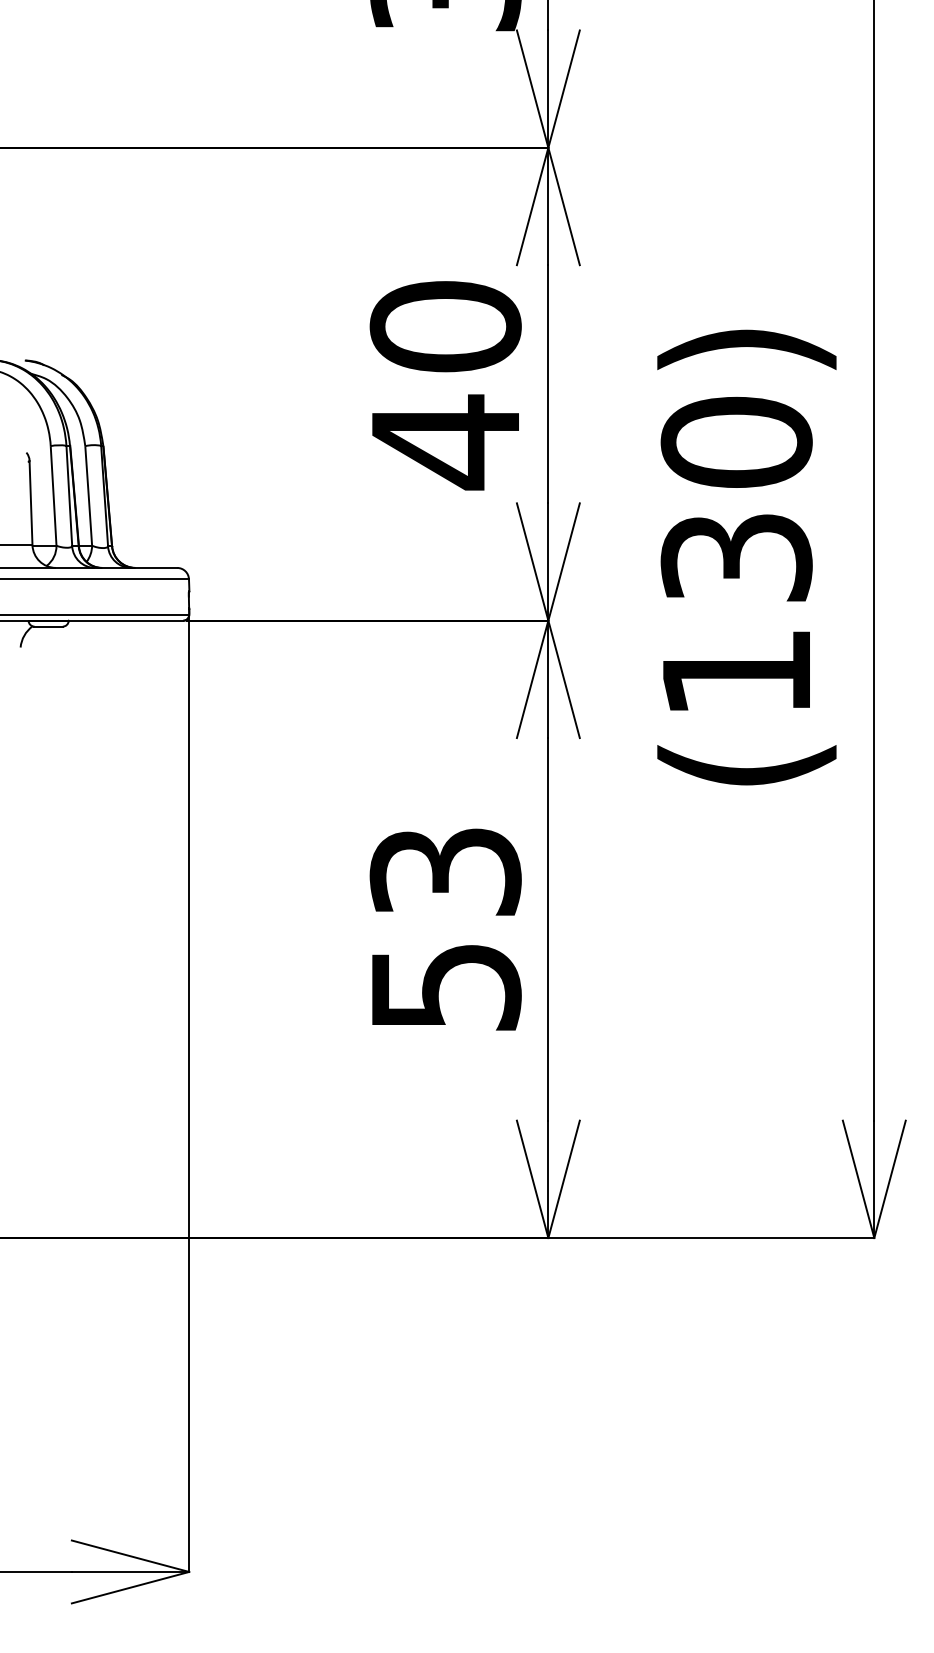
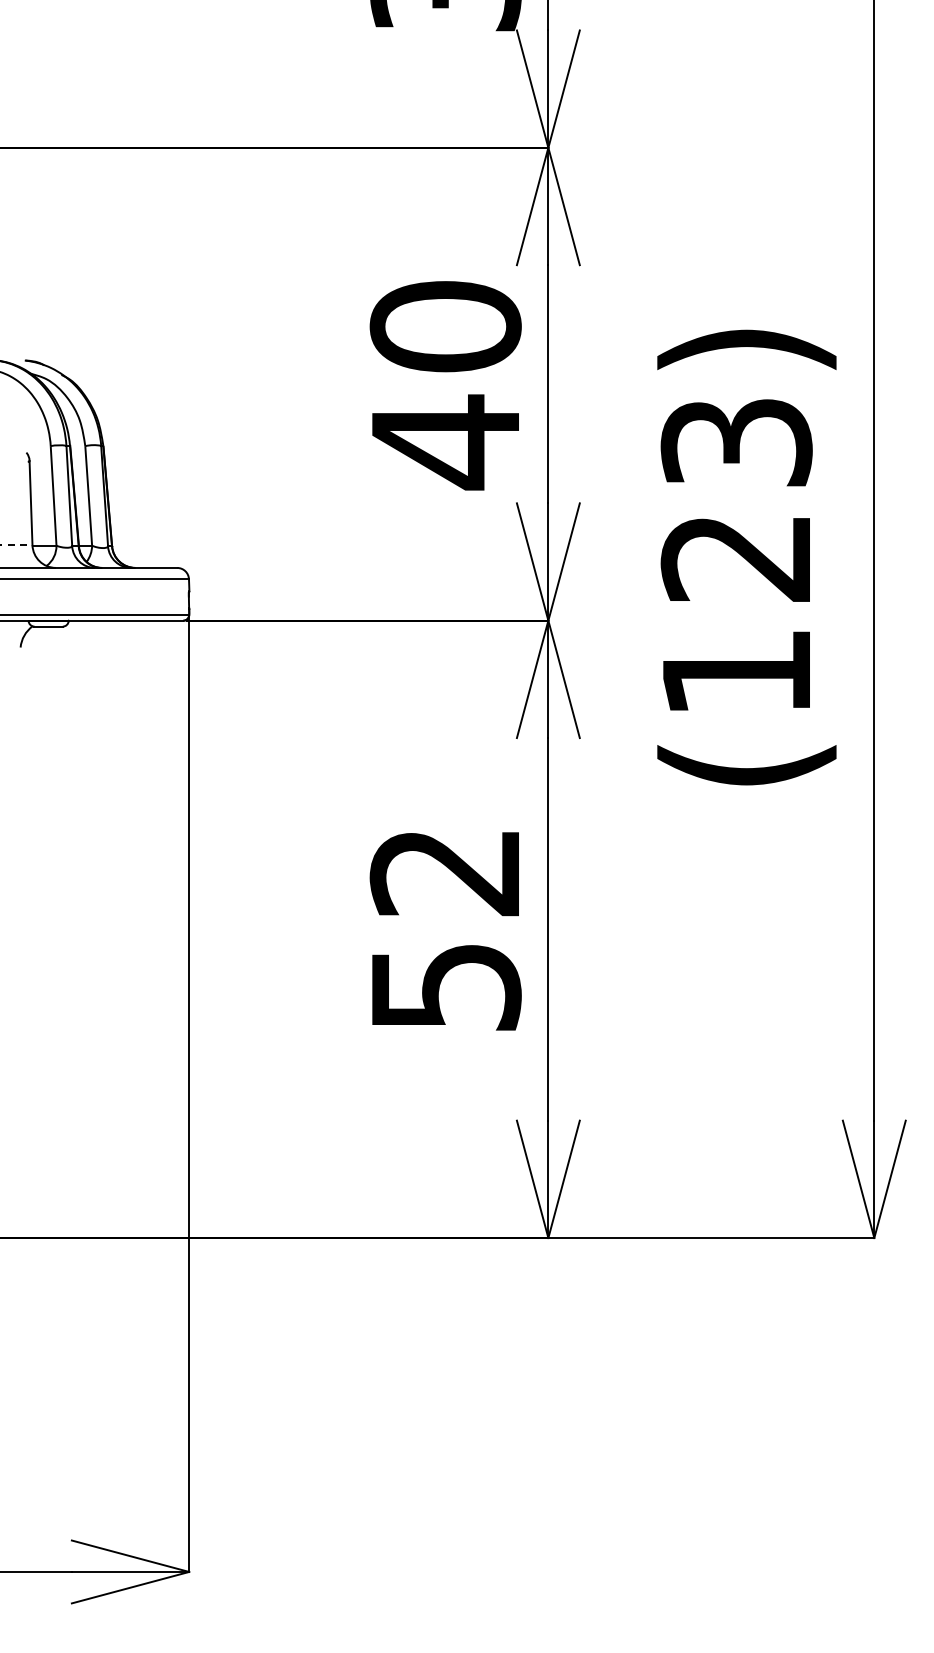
text at (736, 498): (130) -> (123)
line at (16, 545): solid -> dashed
text at (445, 872): 53 -> 52
